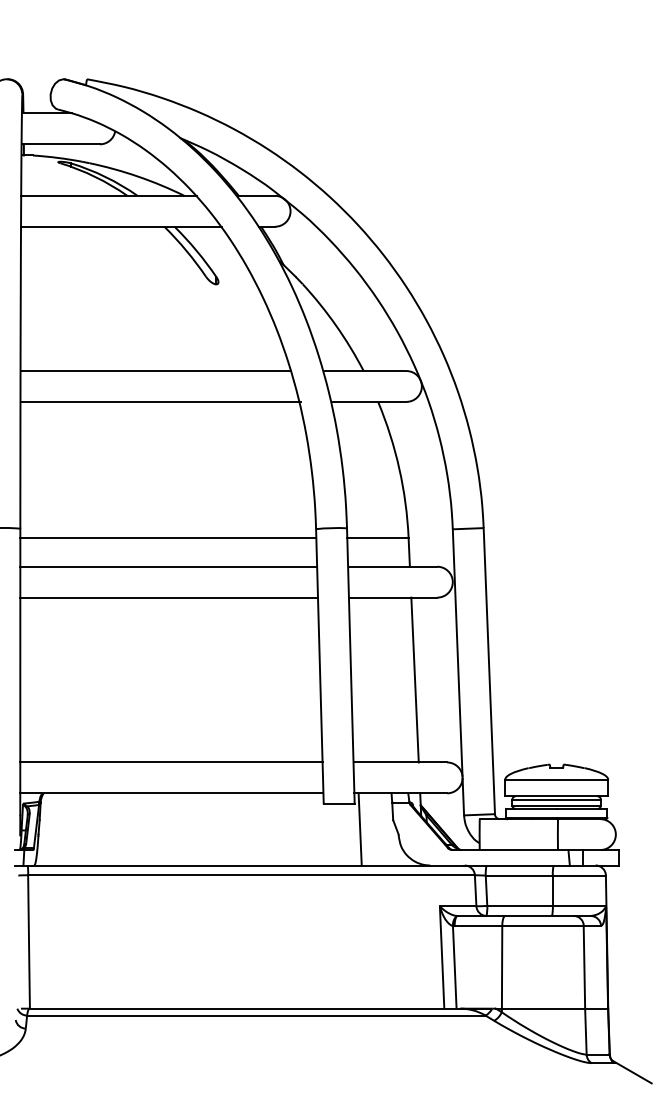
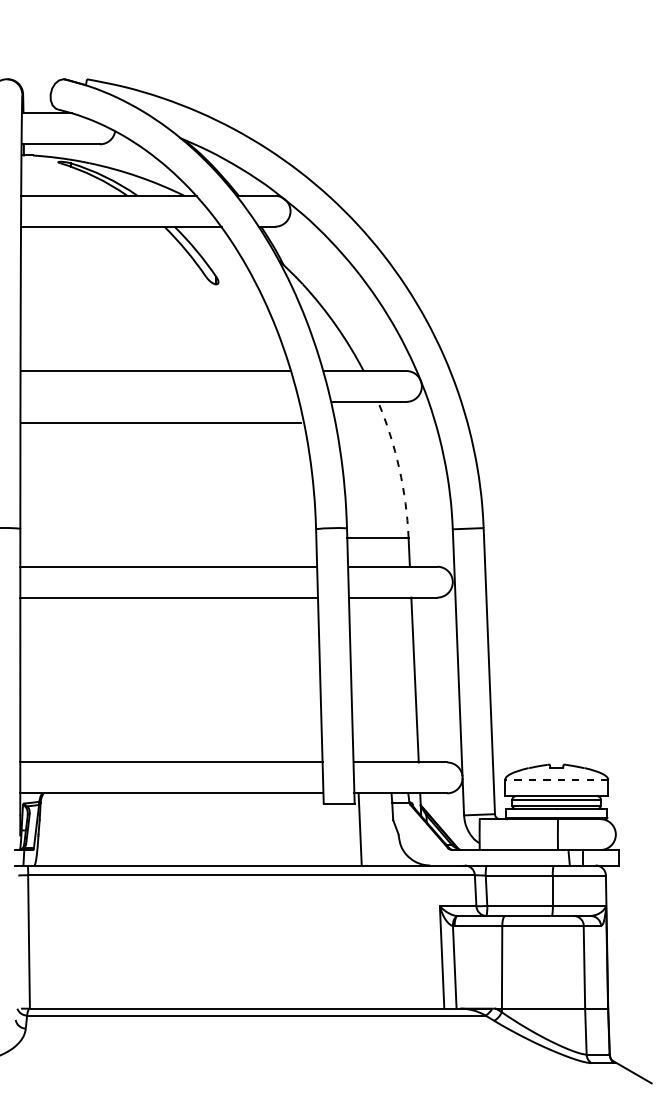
line at (160, 401) position: (160, 401) -> (160, 422)
arc at (399, 468): solid -> dashed
line at (168, 538): present -> none
line at (556, 779): solid -> dashed
